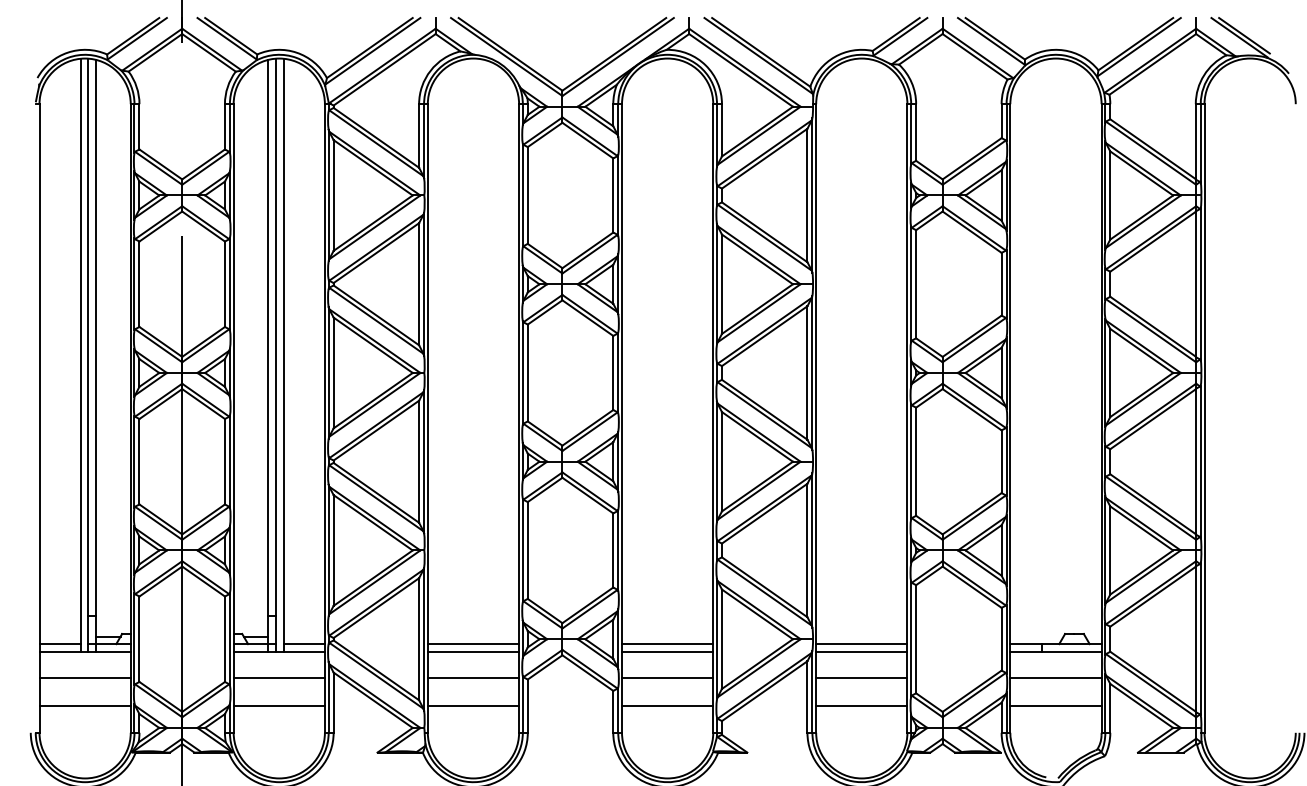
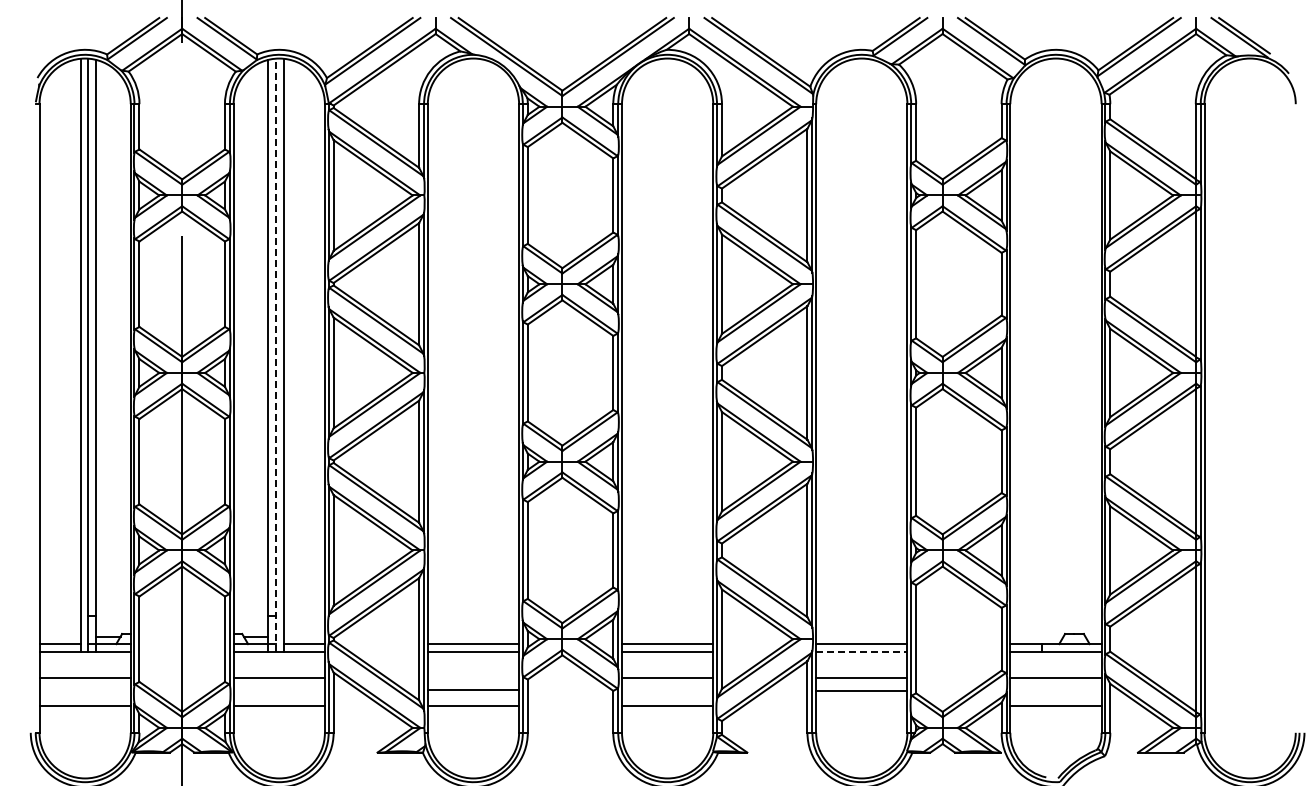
line at (276, 354): solid -> dashed
line at (861, 651): solid -> dashed
line at (473, 677) position: (473, 677) -> (473, 689)
line at (861, 705) position: (861, 705) -> (861, 690)
